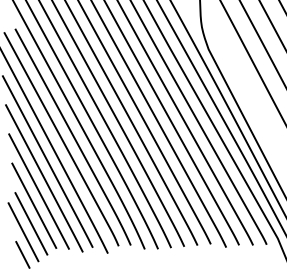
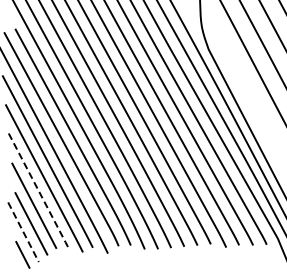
line at (39, 192): solid -> dashed
line at (23, 232): solid -> dashed
